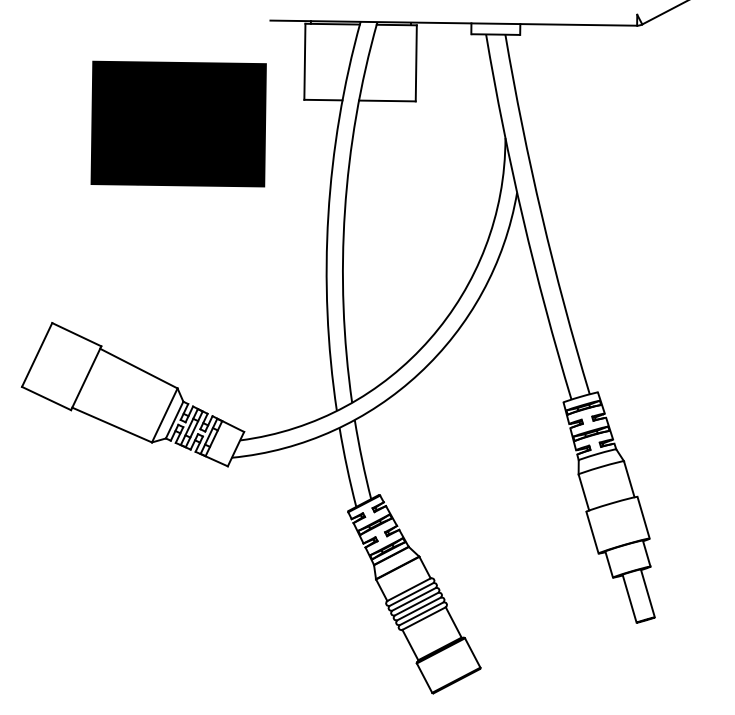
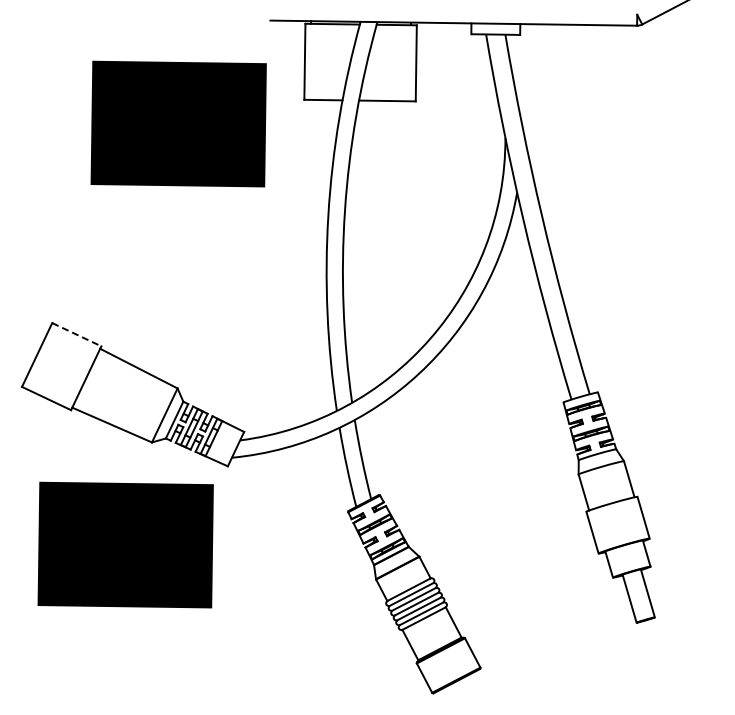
line at (77, 334): solid -> dashed
part at (125, 544): none -> present
